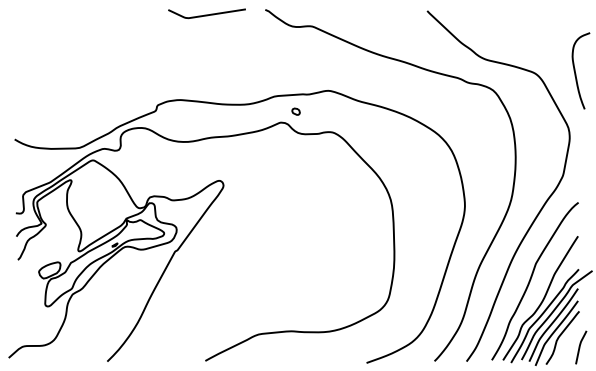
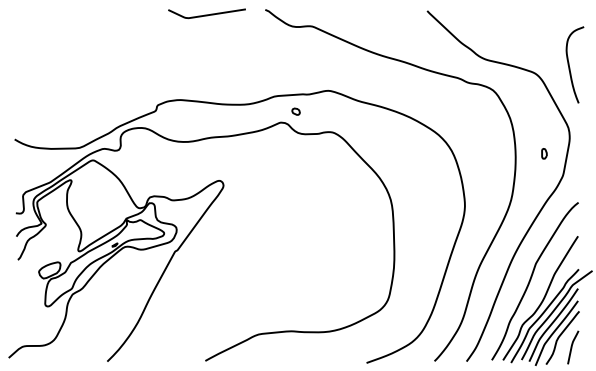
curve at (575, 70) position: (575, 70) -> (569, 64)
part at (544, 153): none -> present
curve at (580, 347) position: (580, 347) -> (572, 347)
